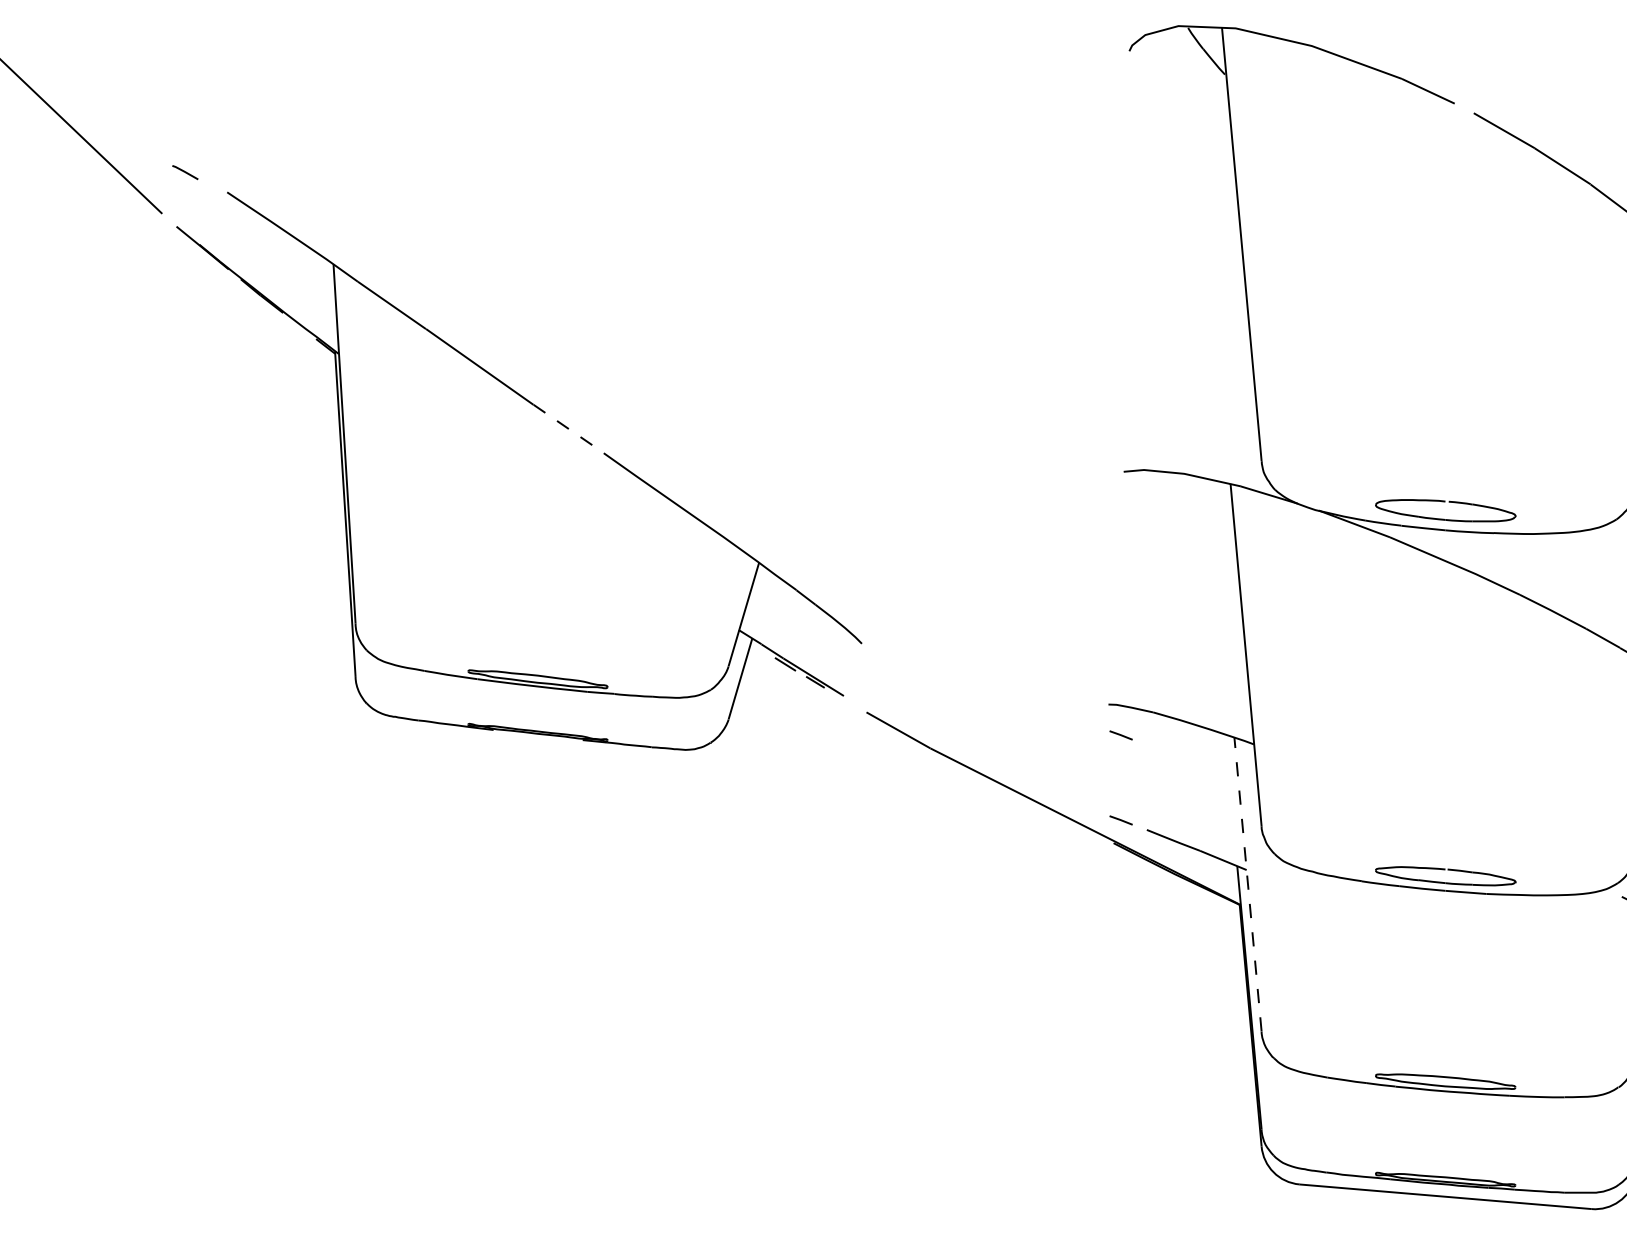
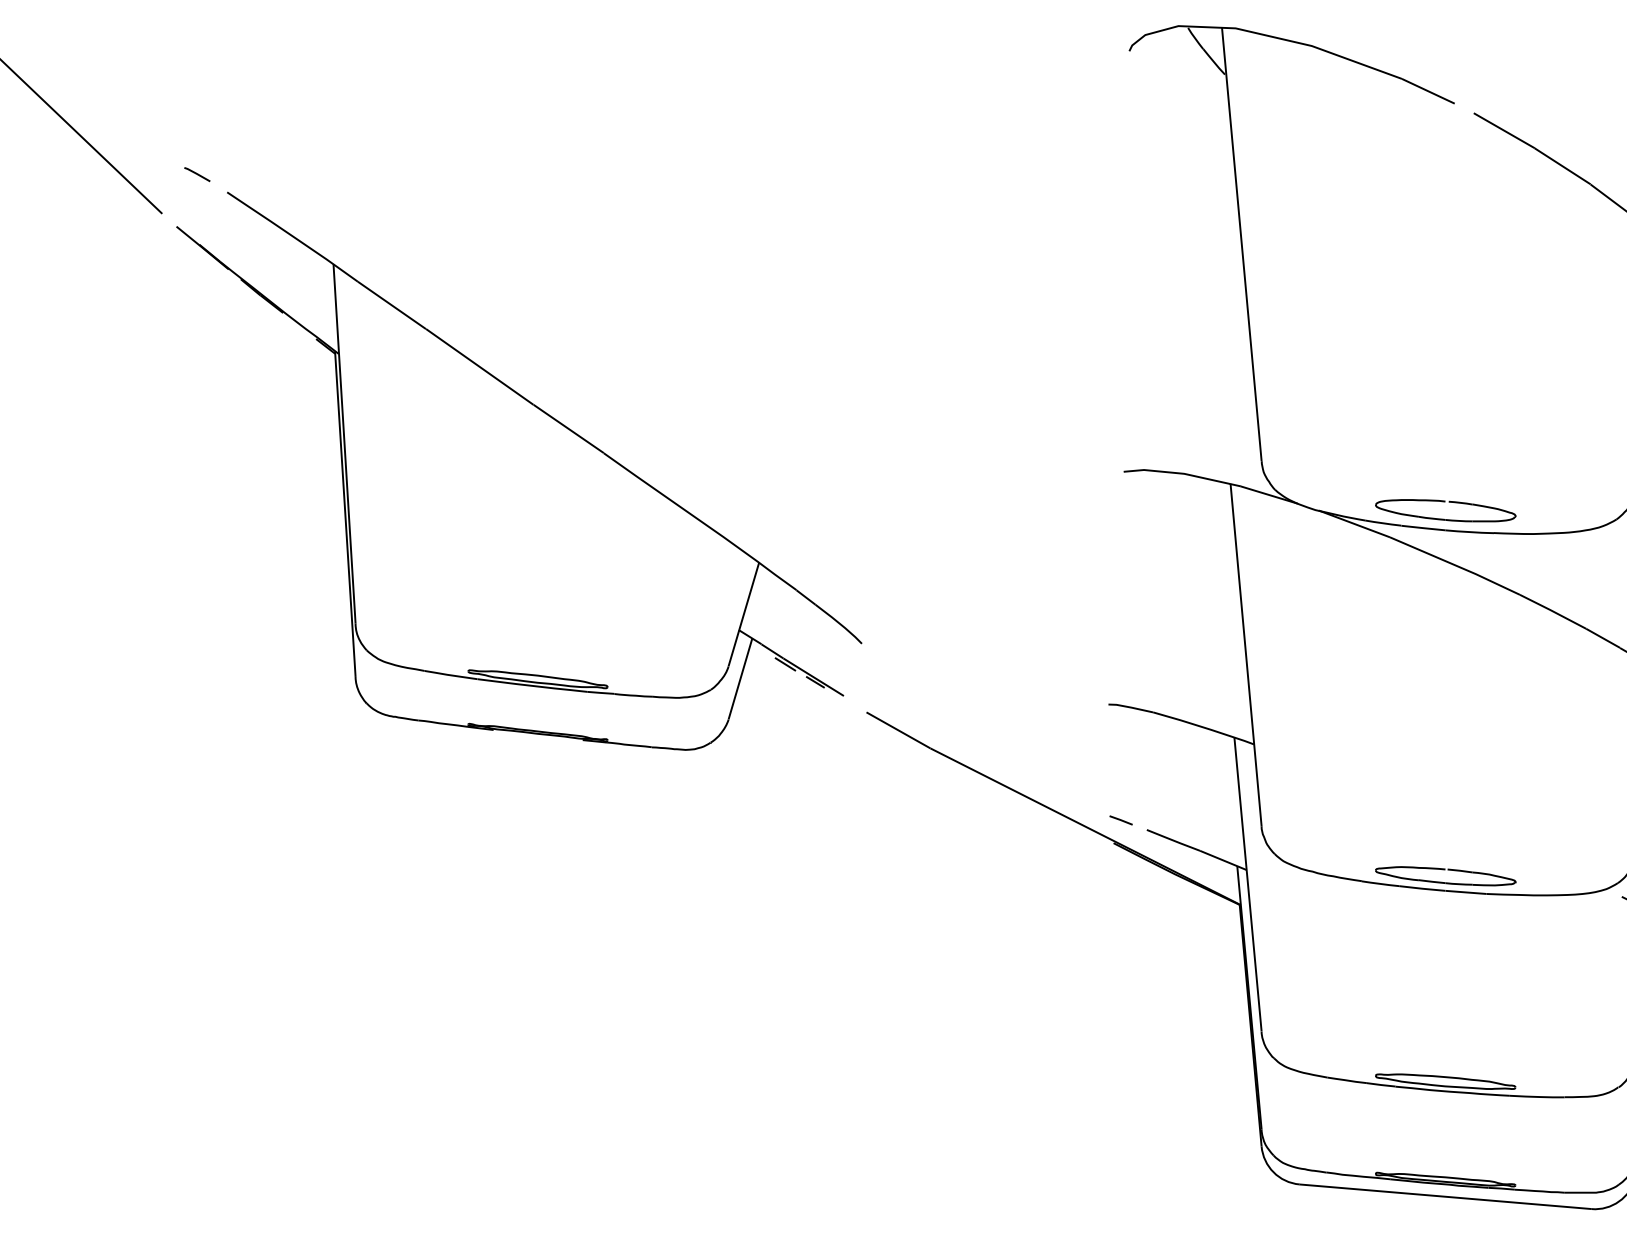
line at (185, 172) position: (185, 172) -> (197, 174)
line at (568, 428): dashed -> solid
line at (1120, 735): present -> none
line at (1248, 884): dashed -> solid
